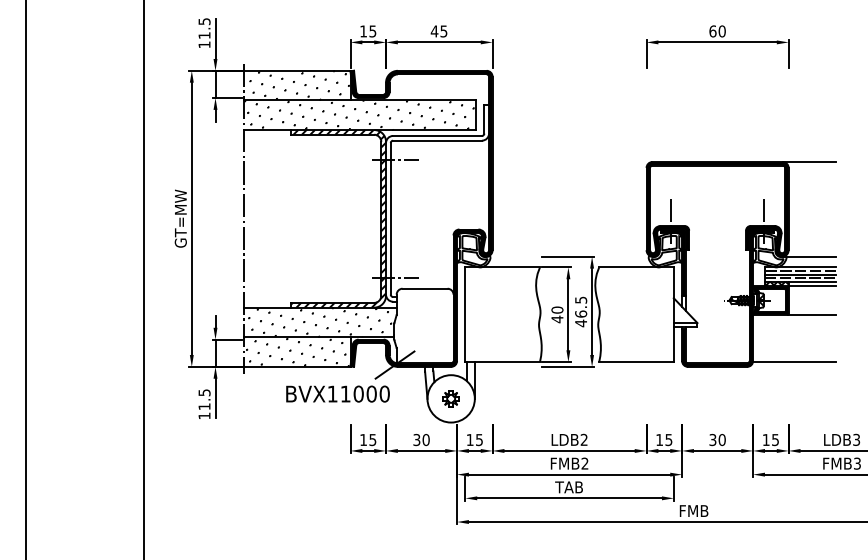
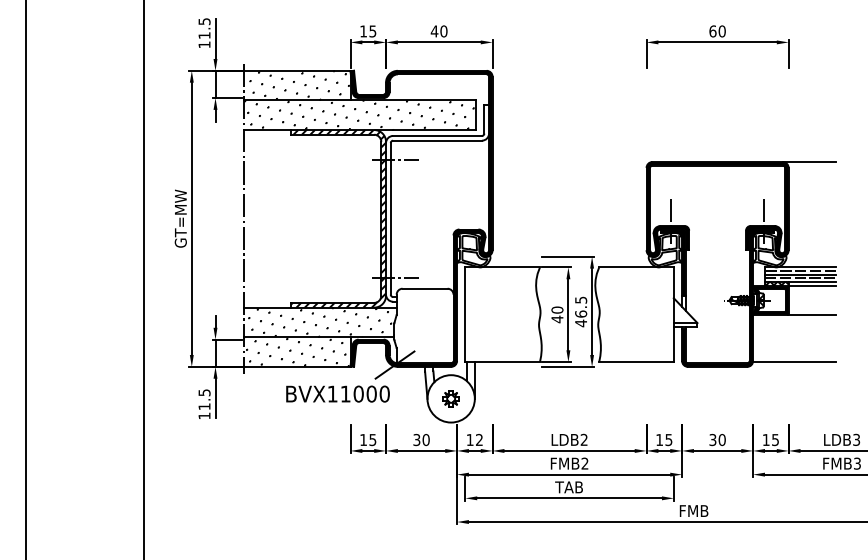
text at (443, 31): 45 -> 40
line at (809, 256): present -> none
text at (479, 440): 15 -> 12
